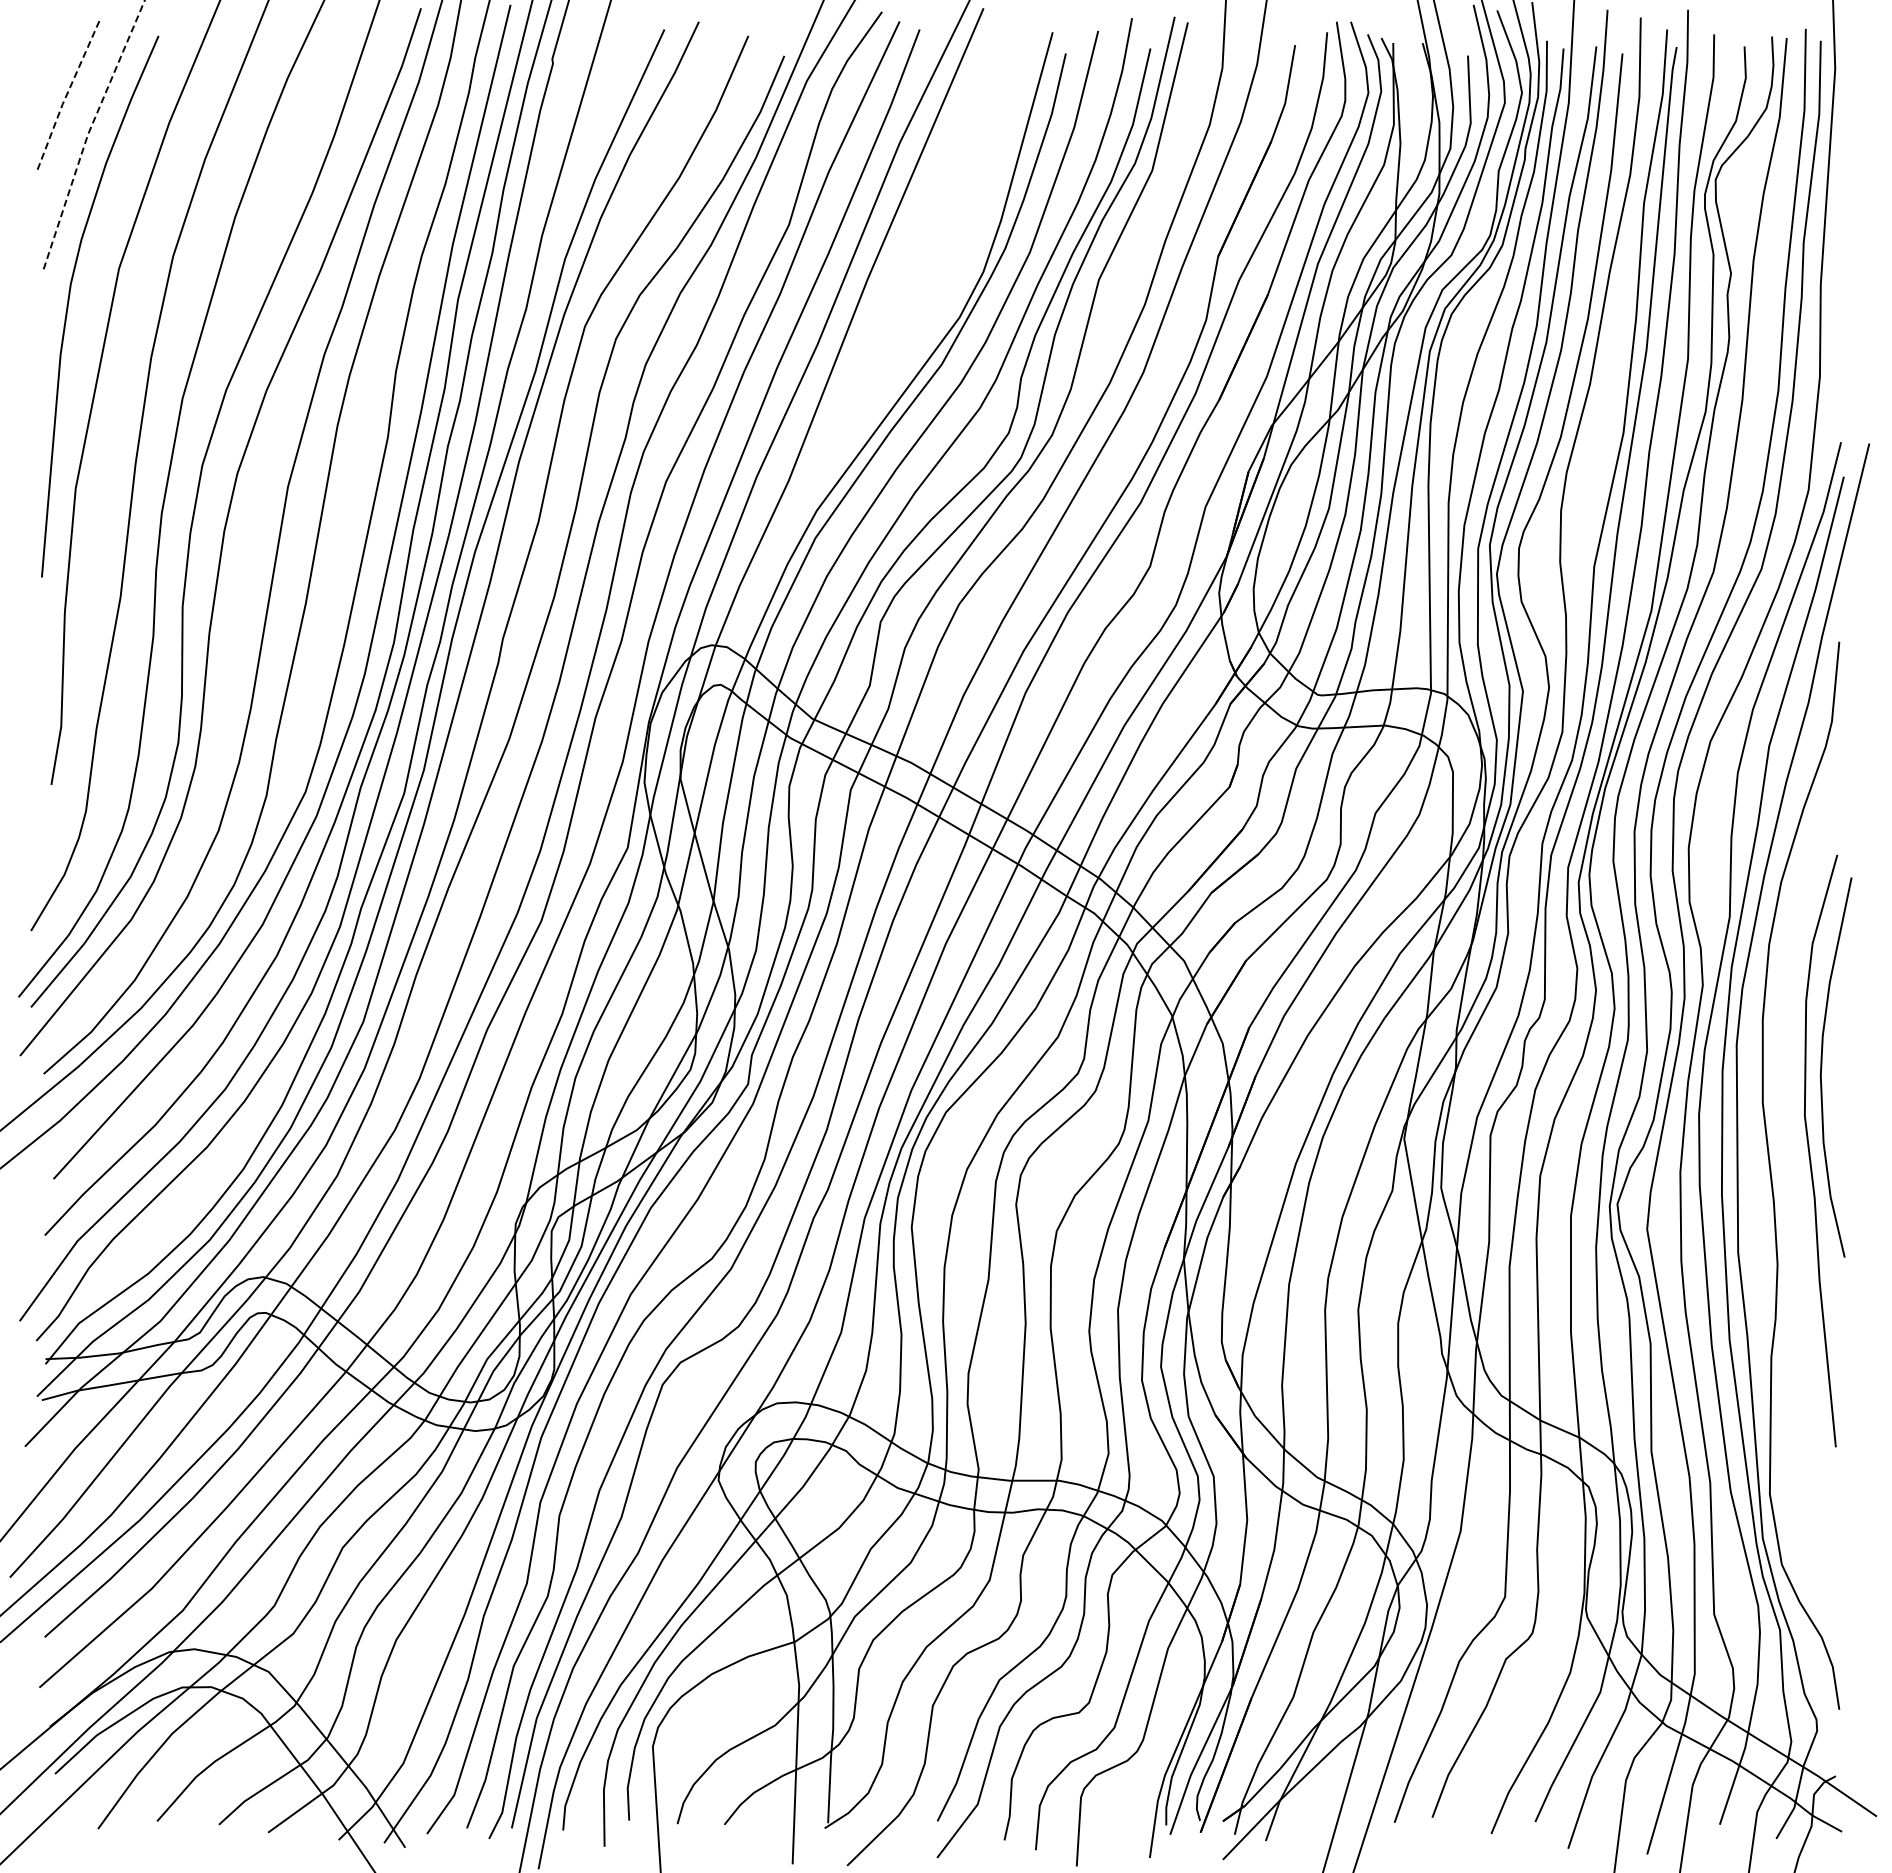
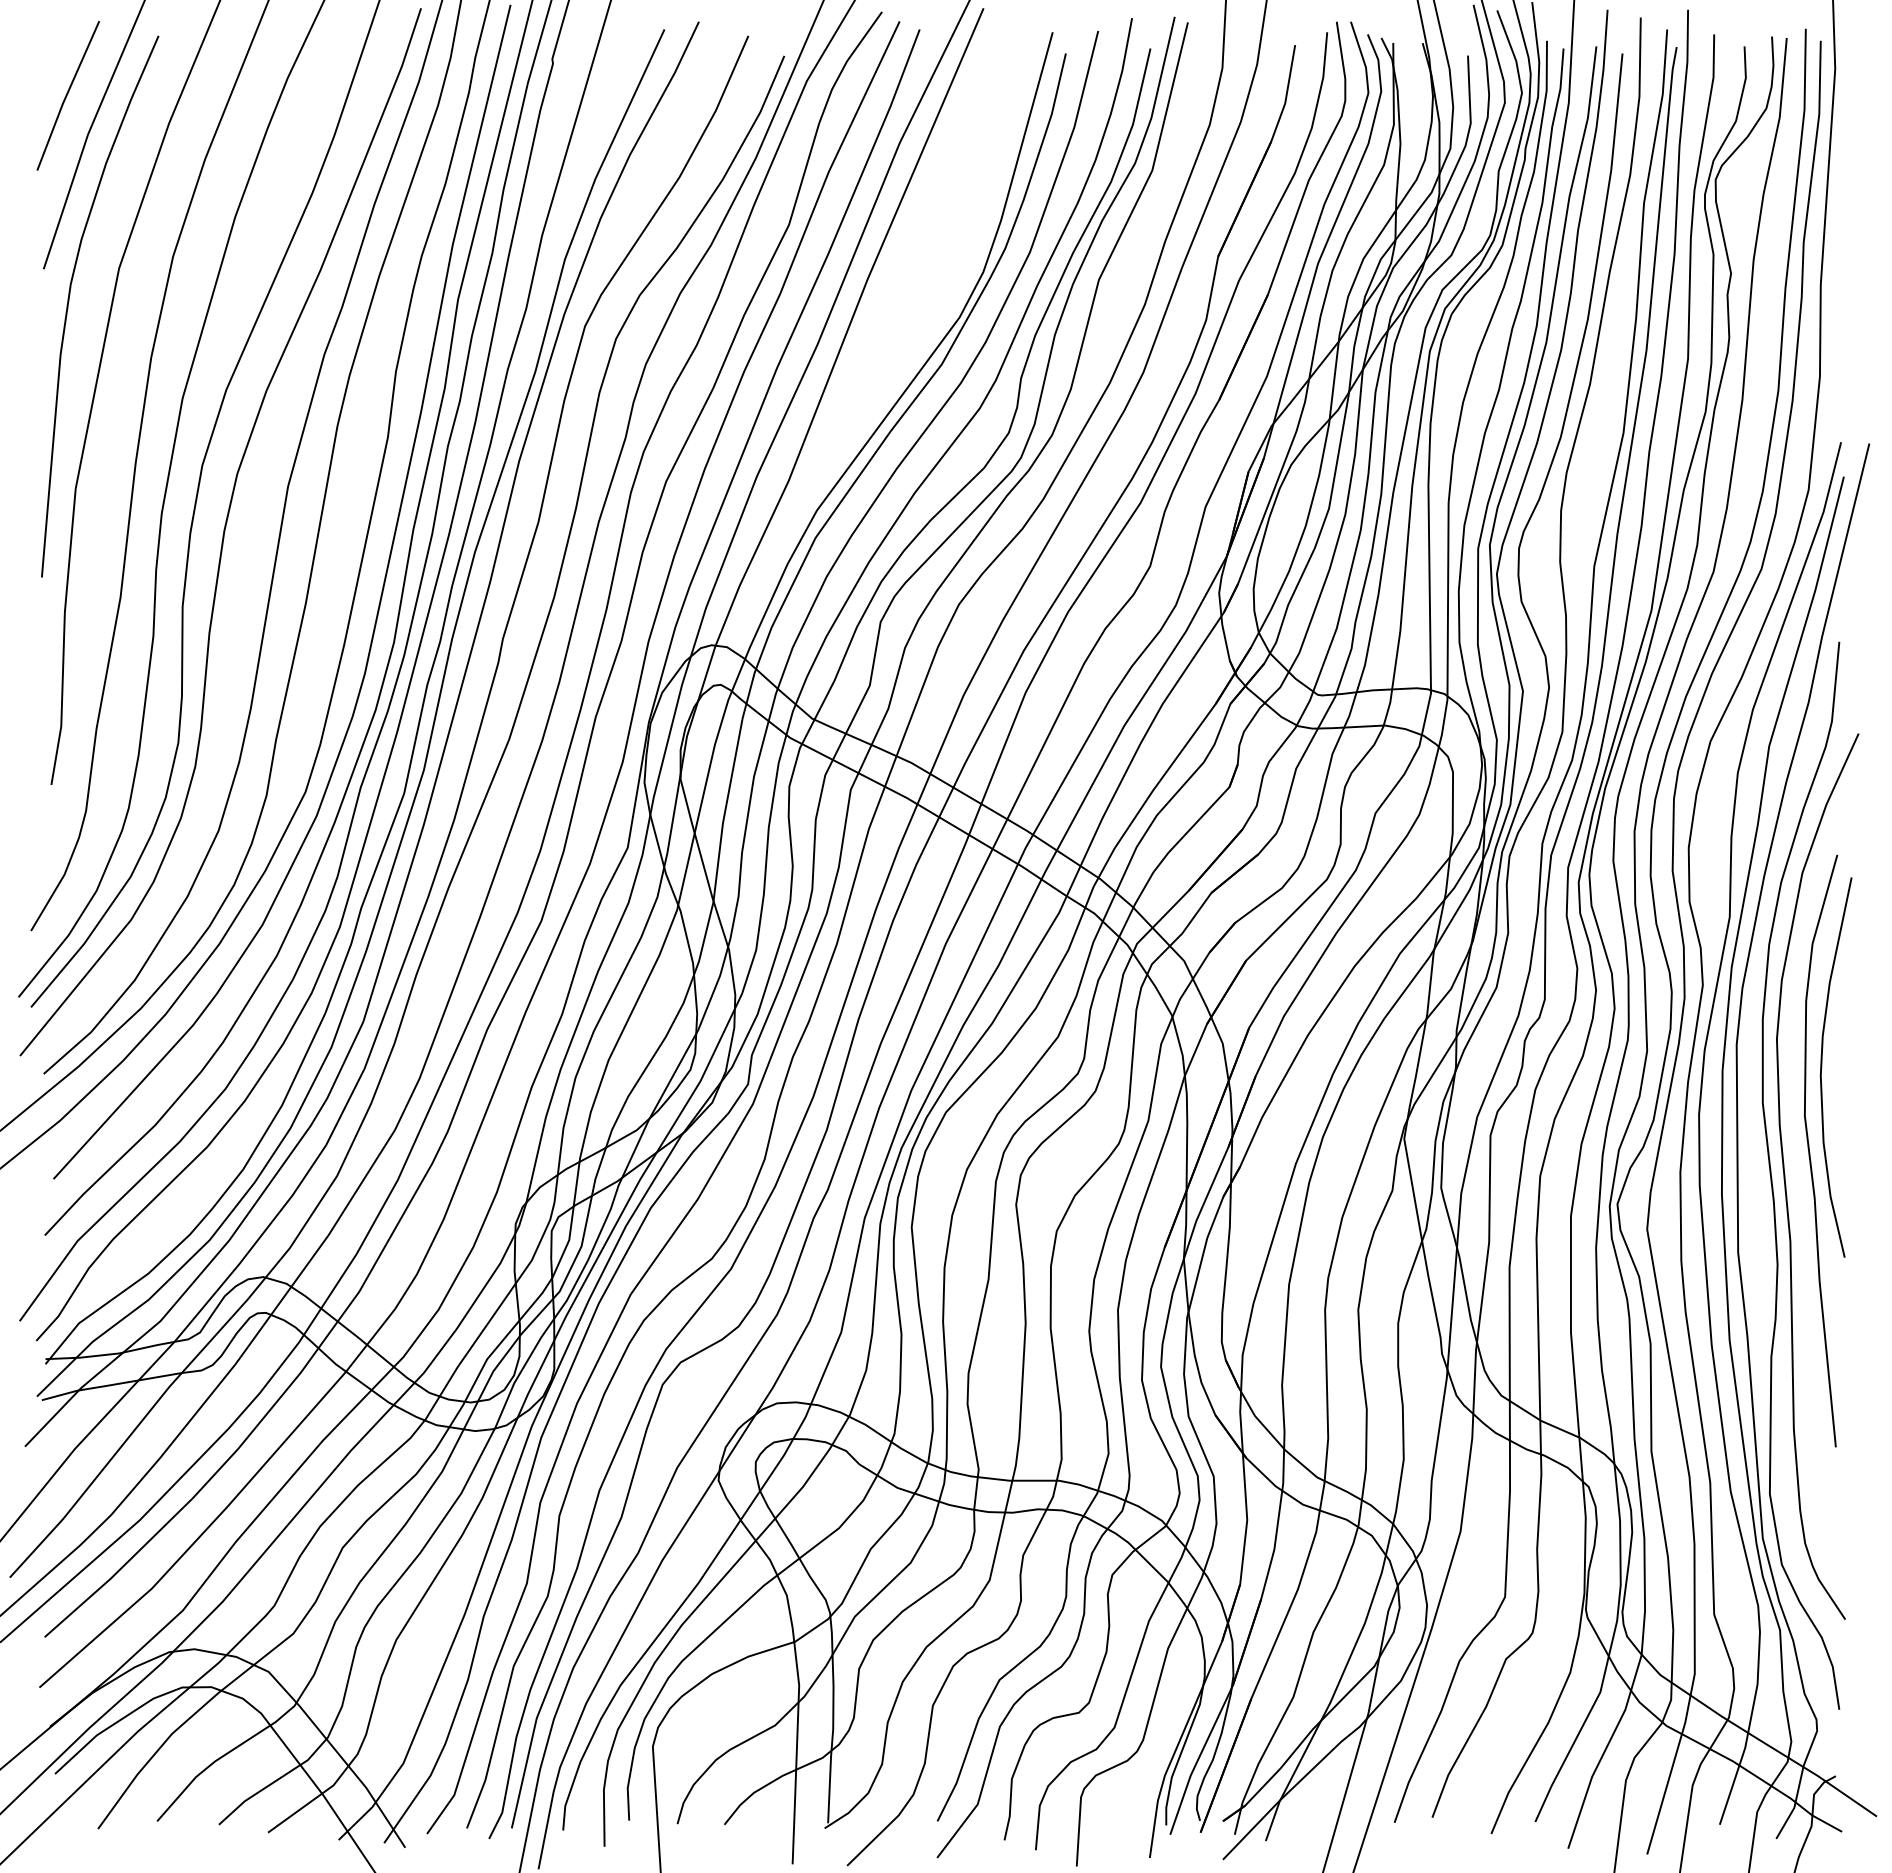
line at (66, 95): dashed -> solid
line at (88, 132): dashed -> solid
curve at (1785, 1176): none -> present
